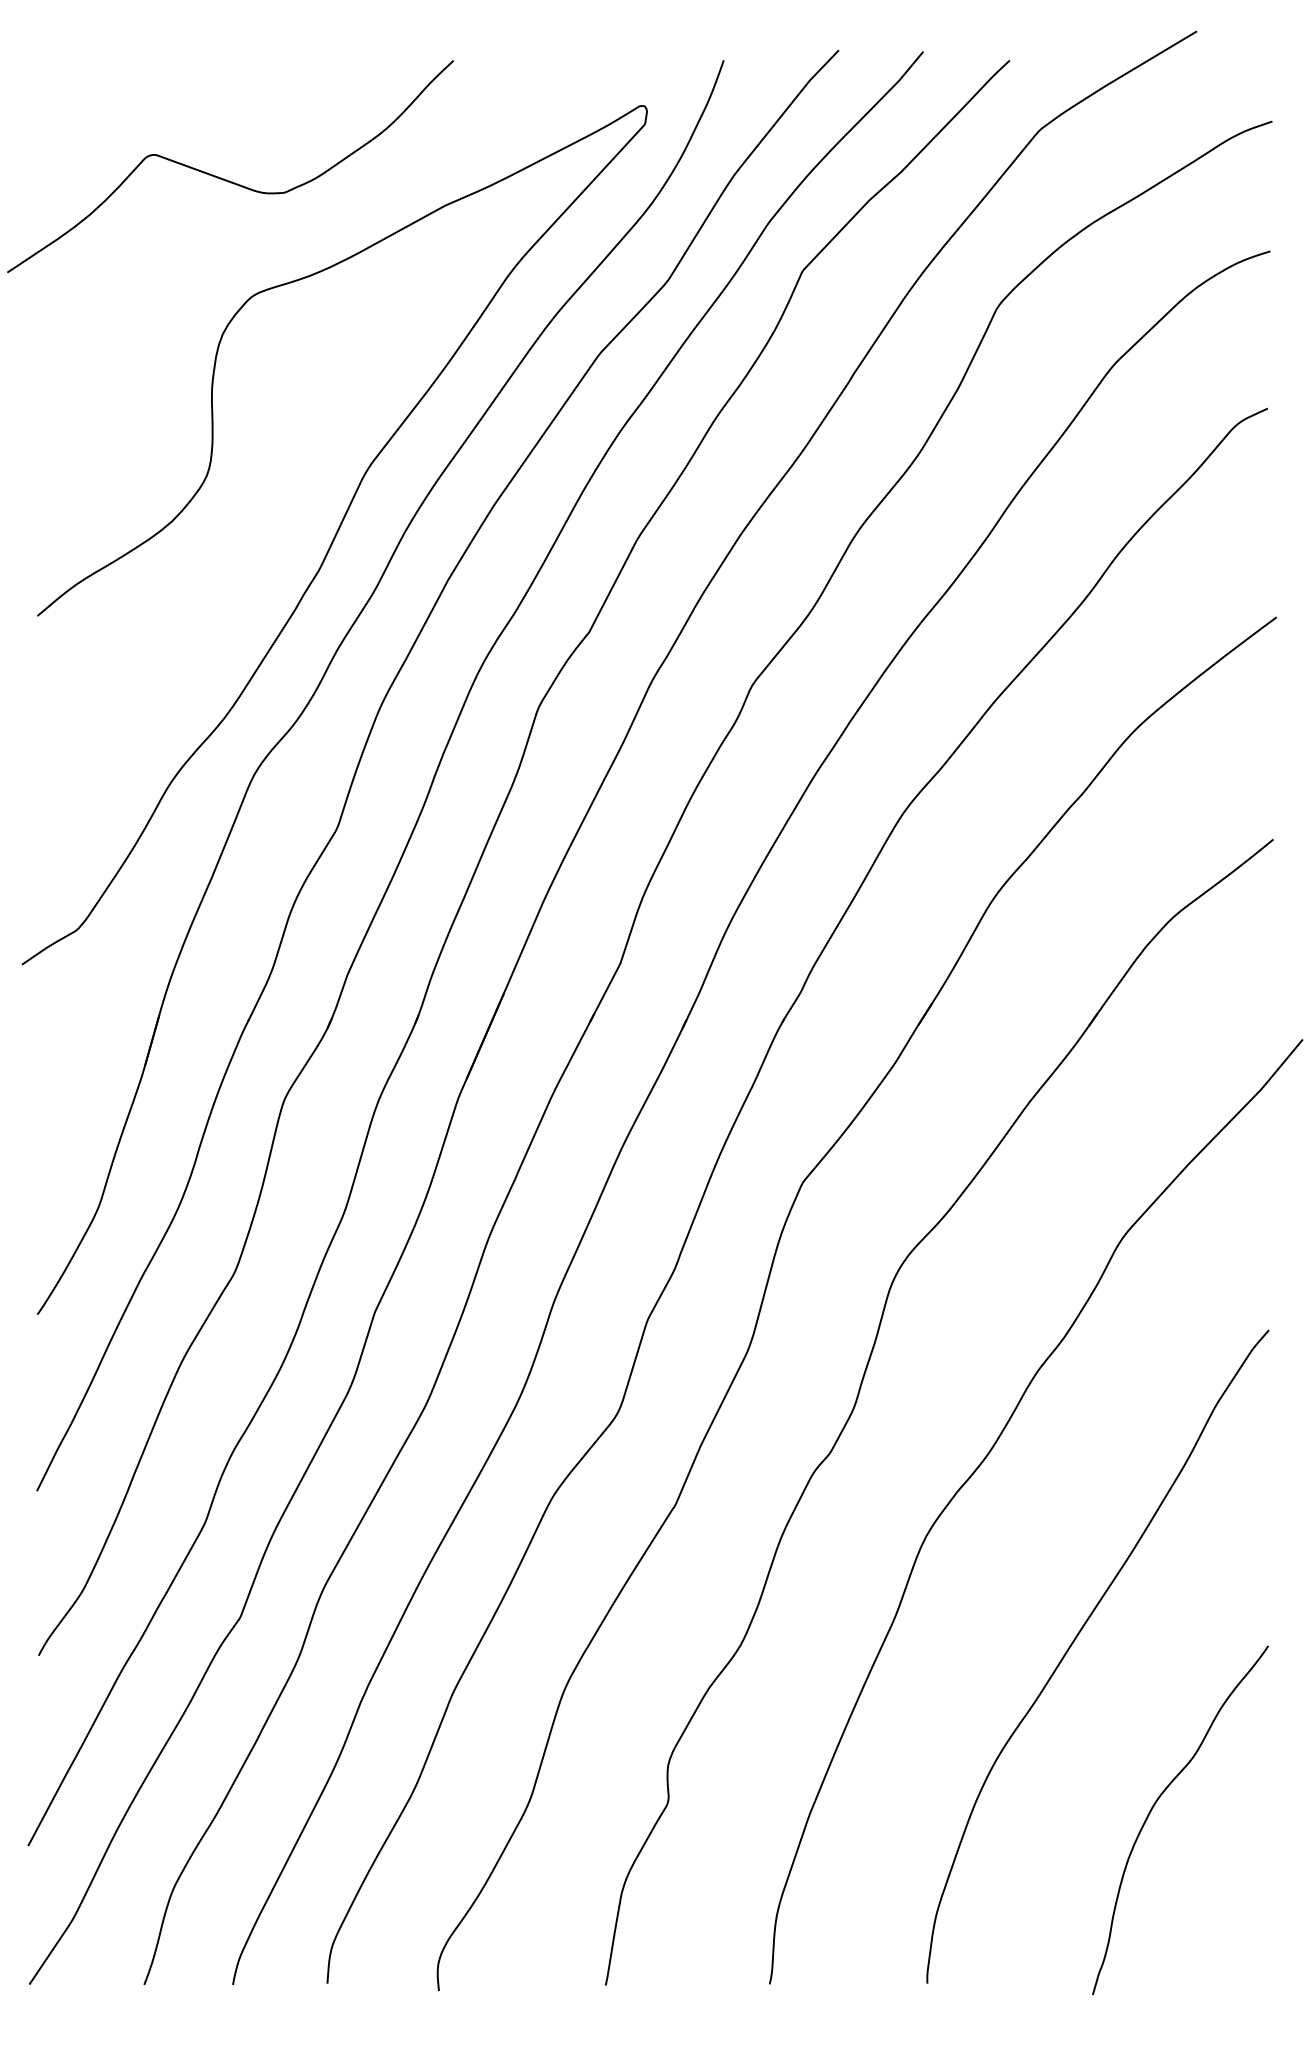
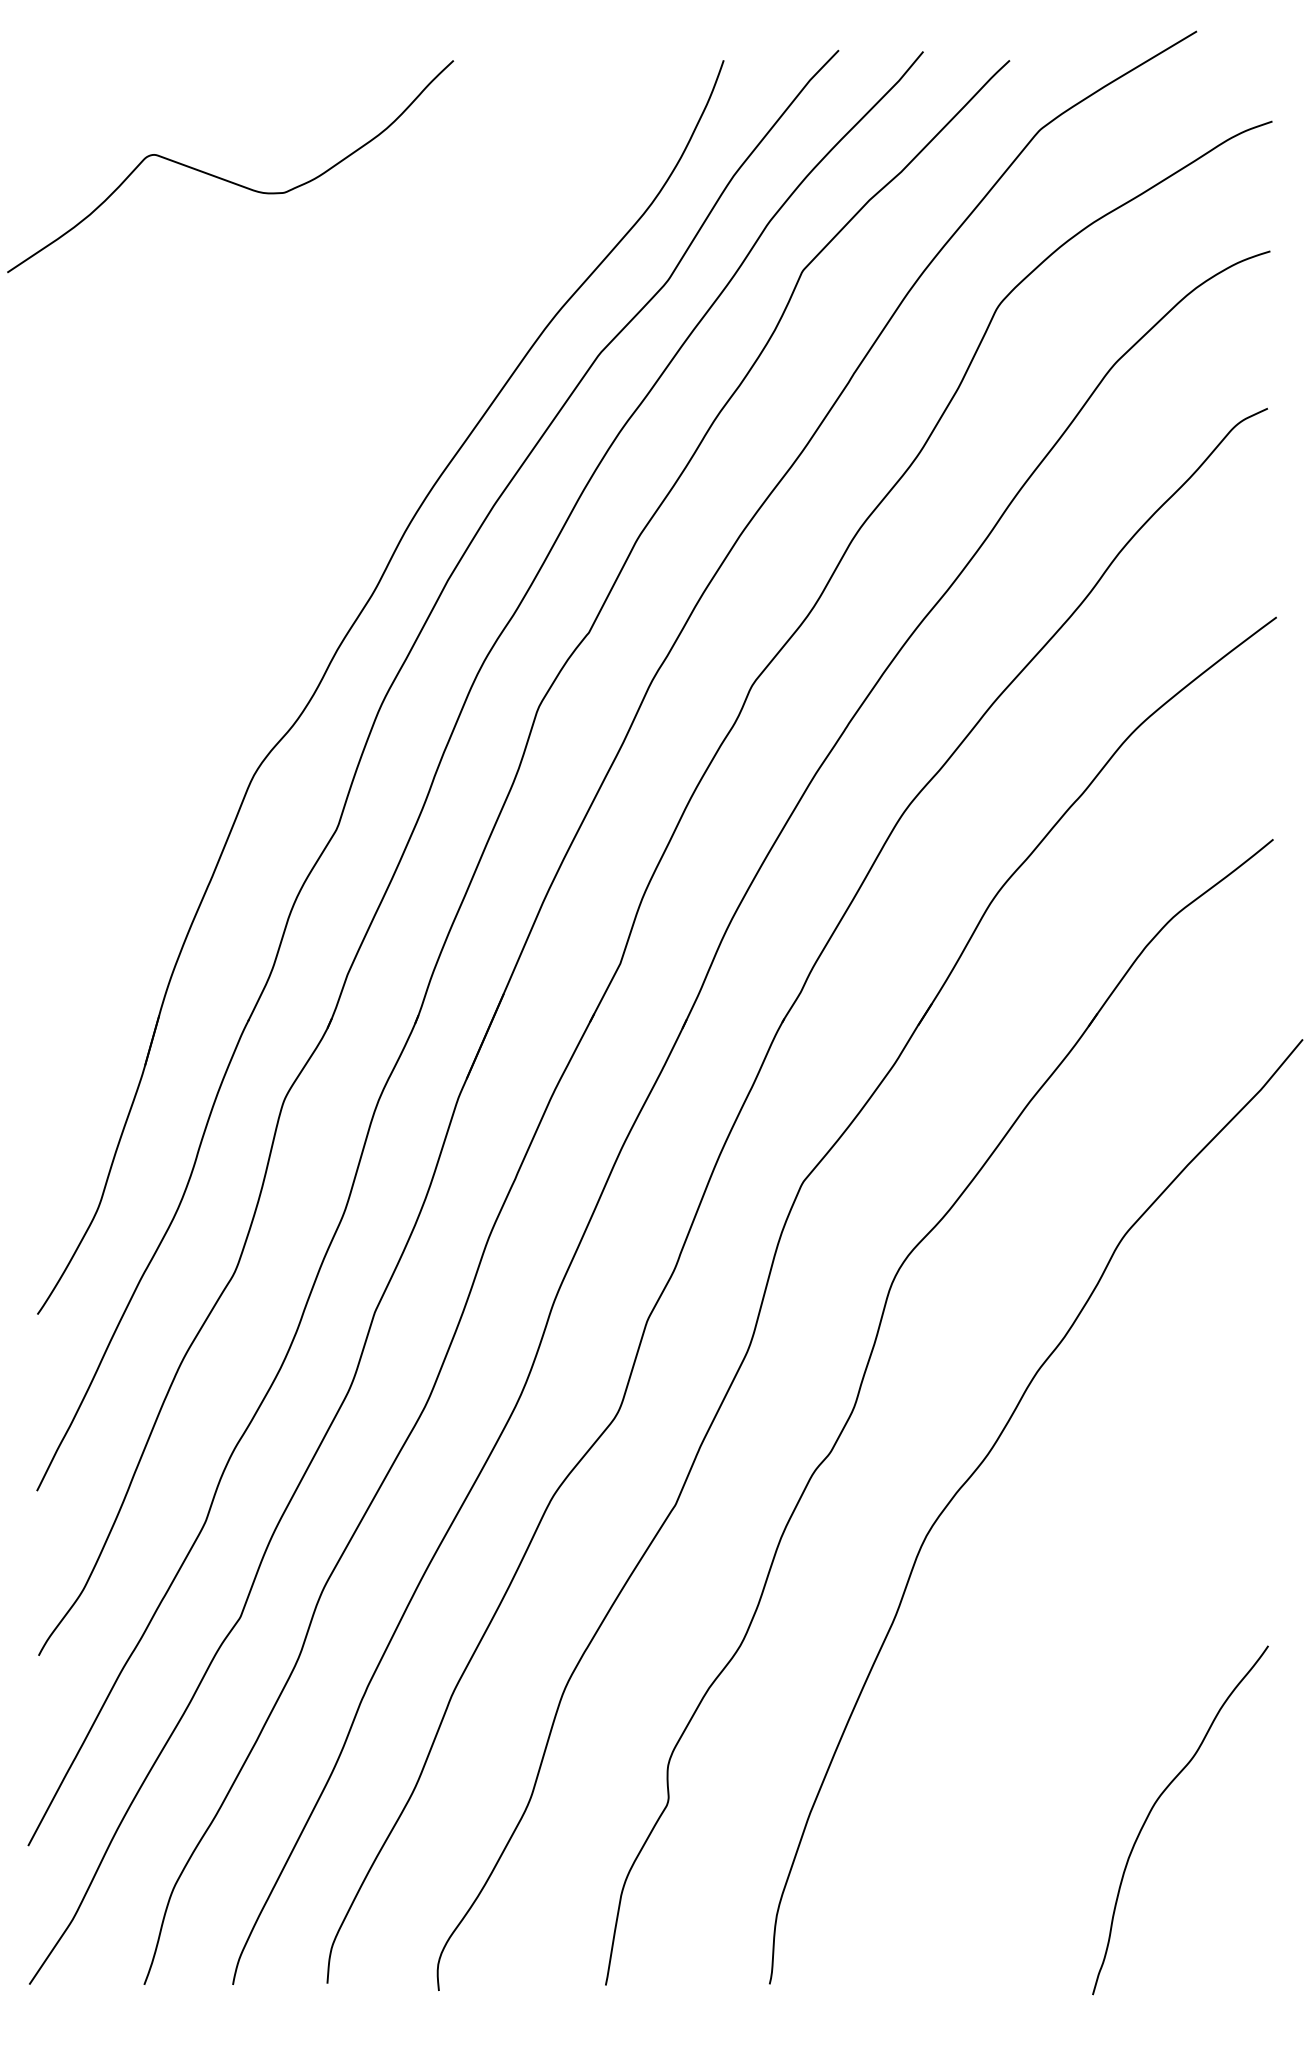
curve at (334, 535): present -> none
curve at (1075, 1640): present -> none
